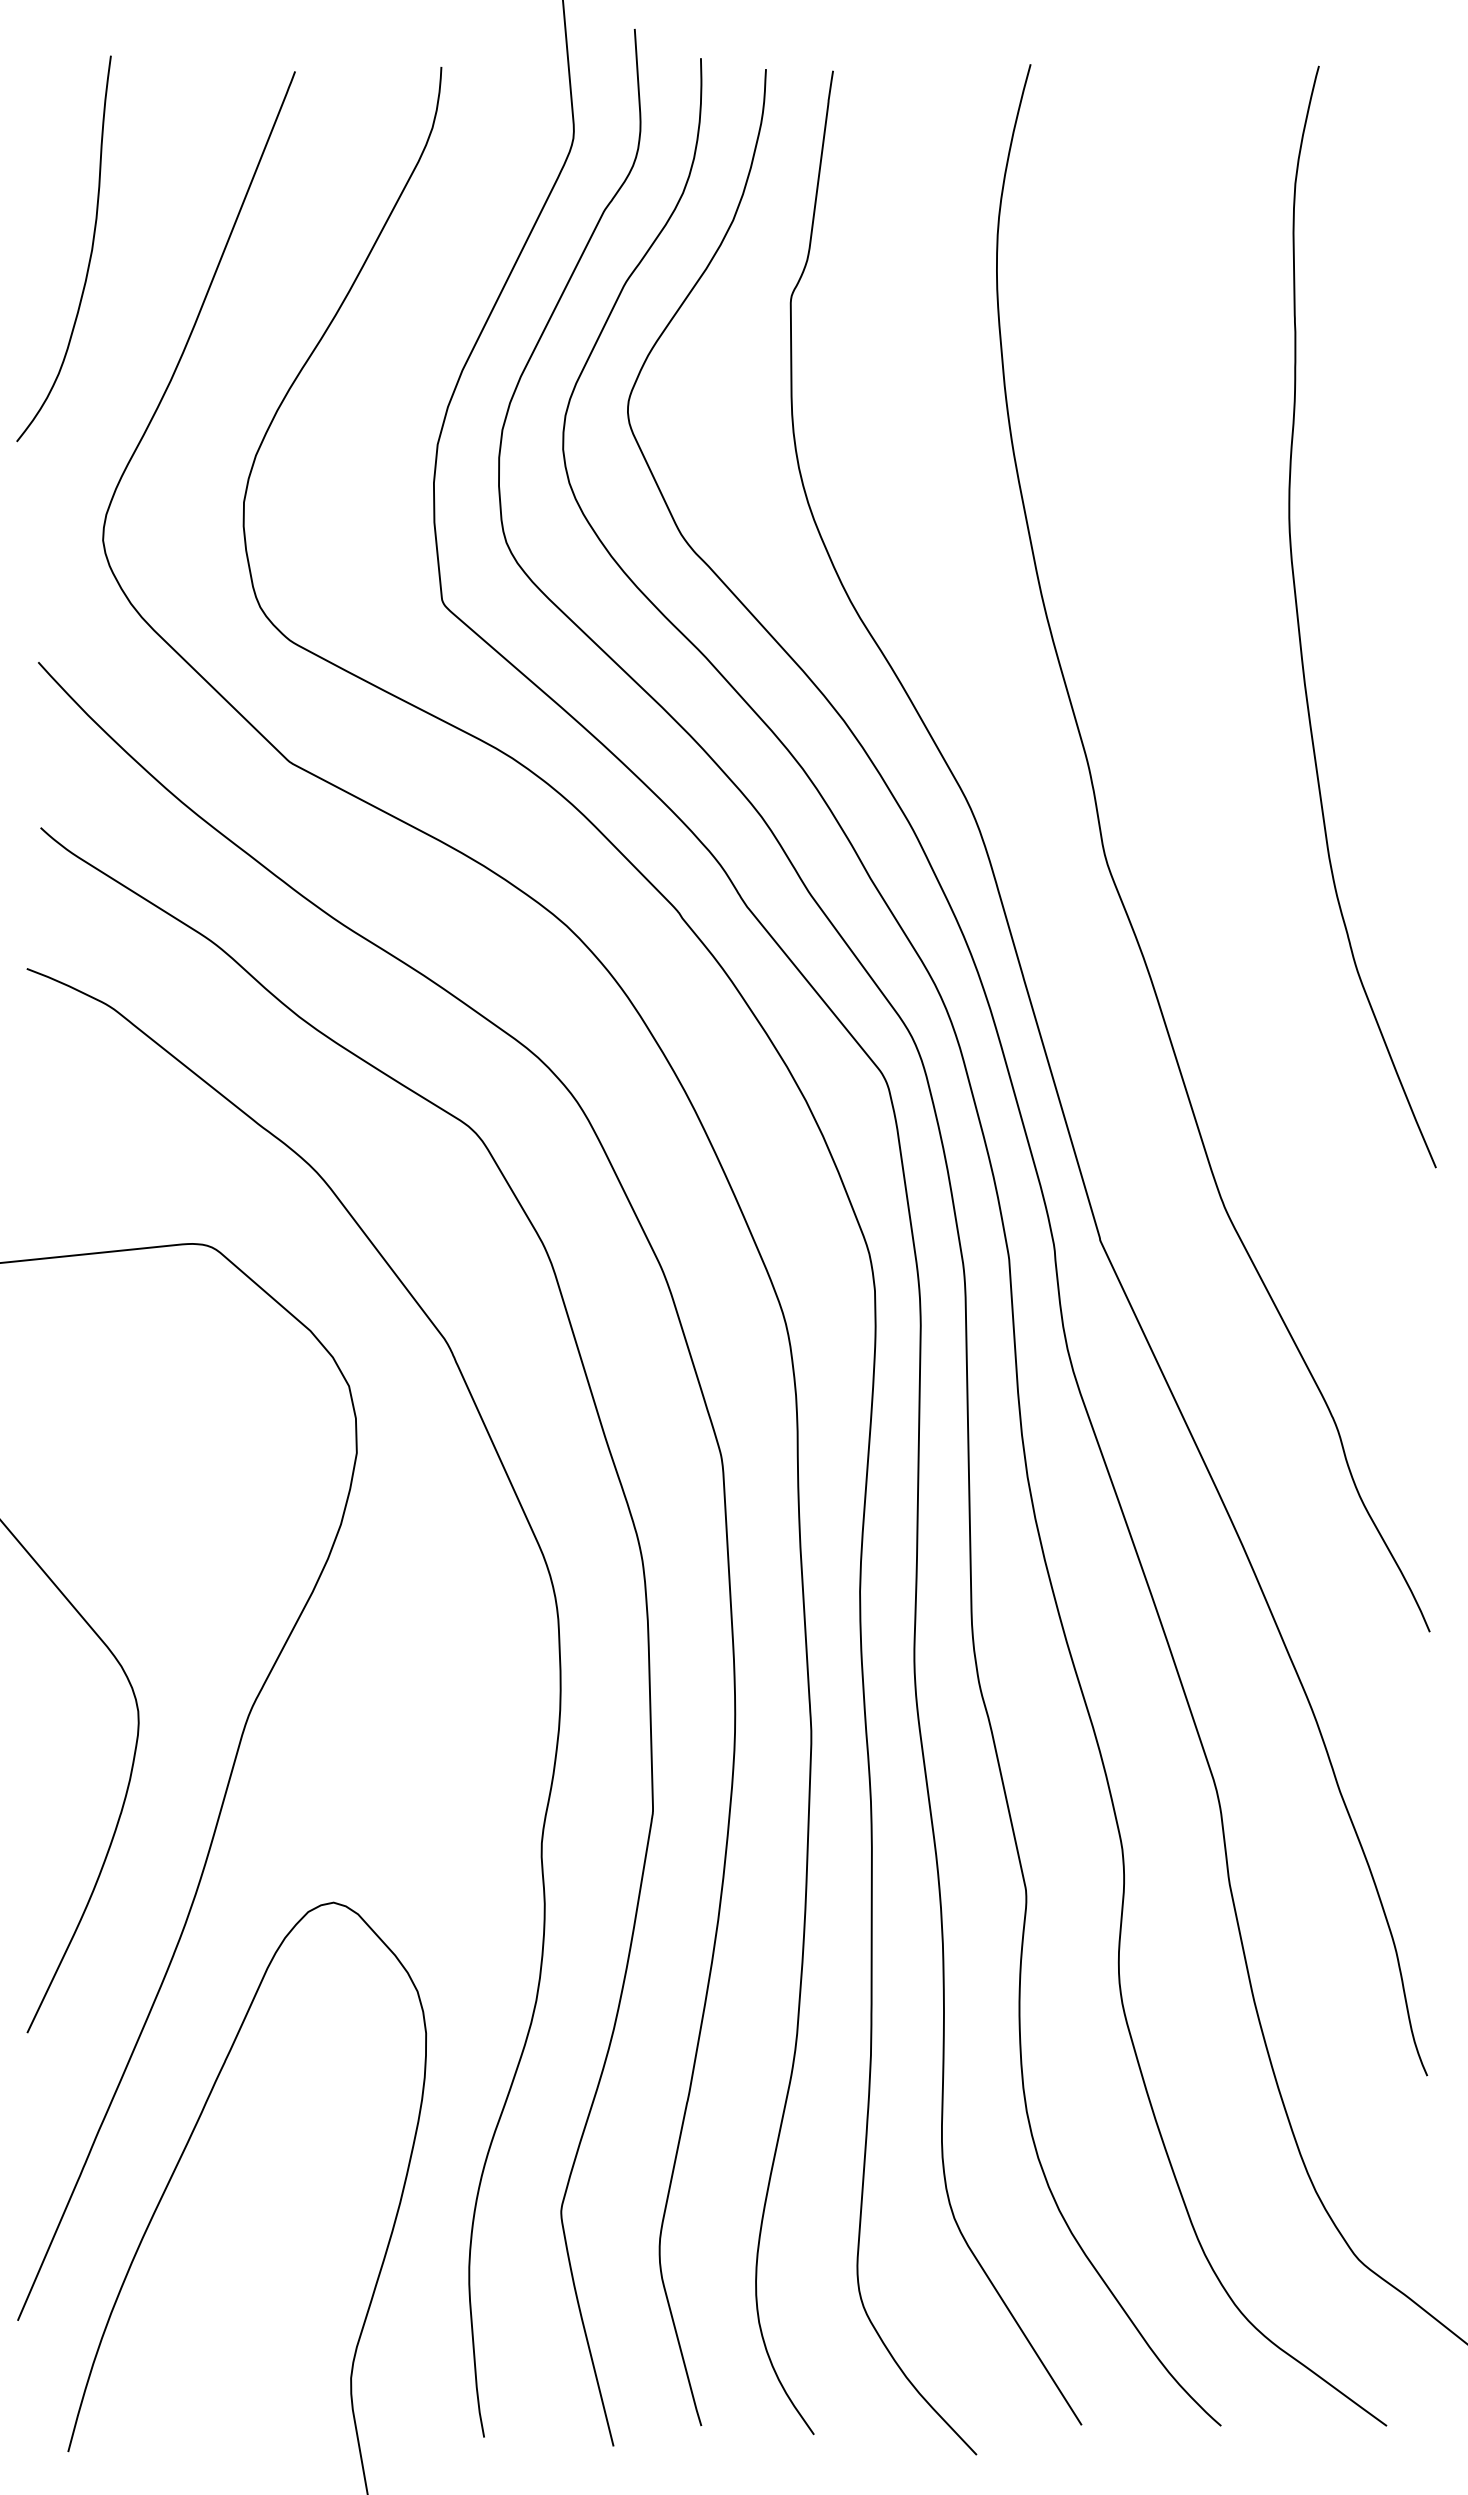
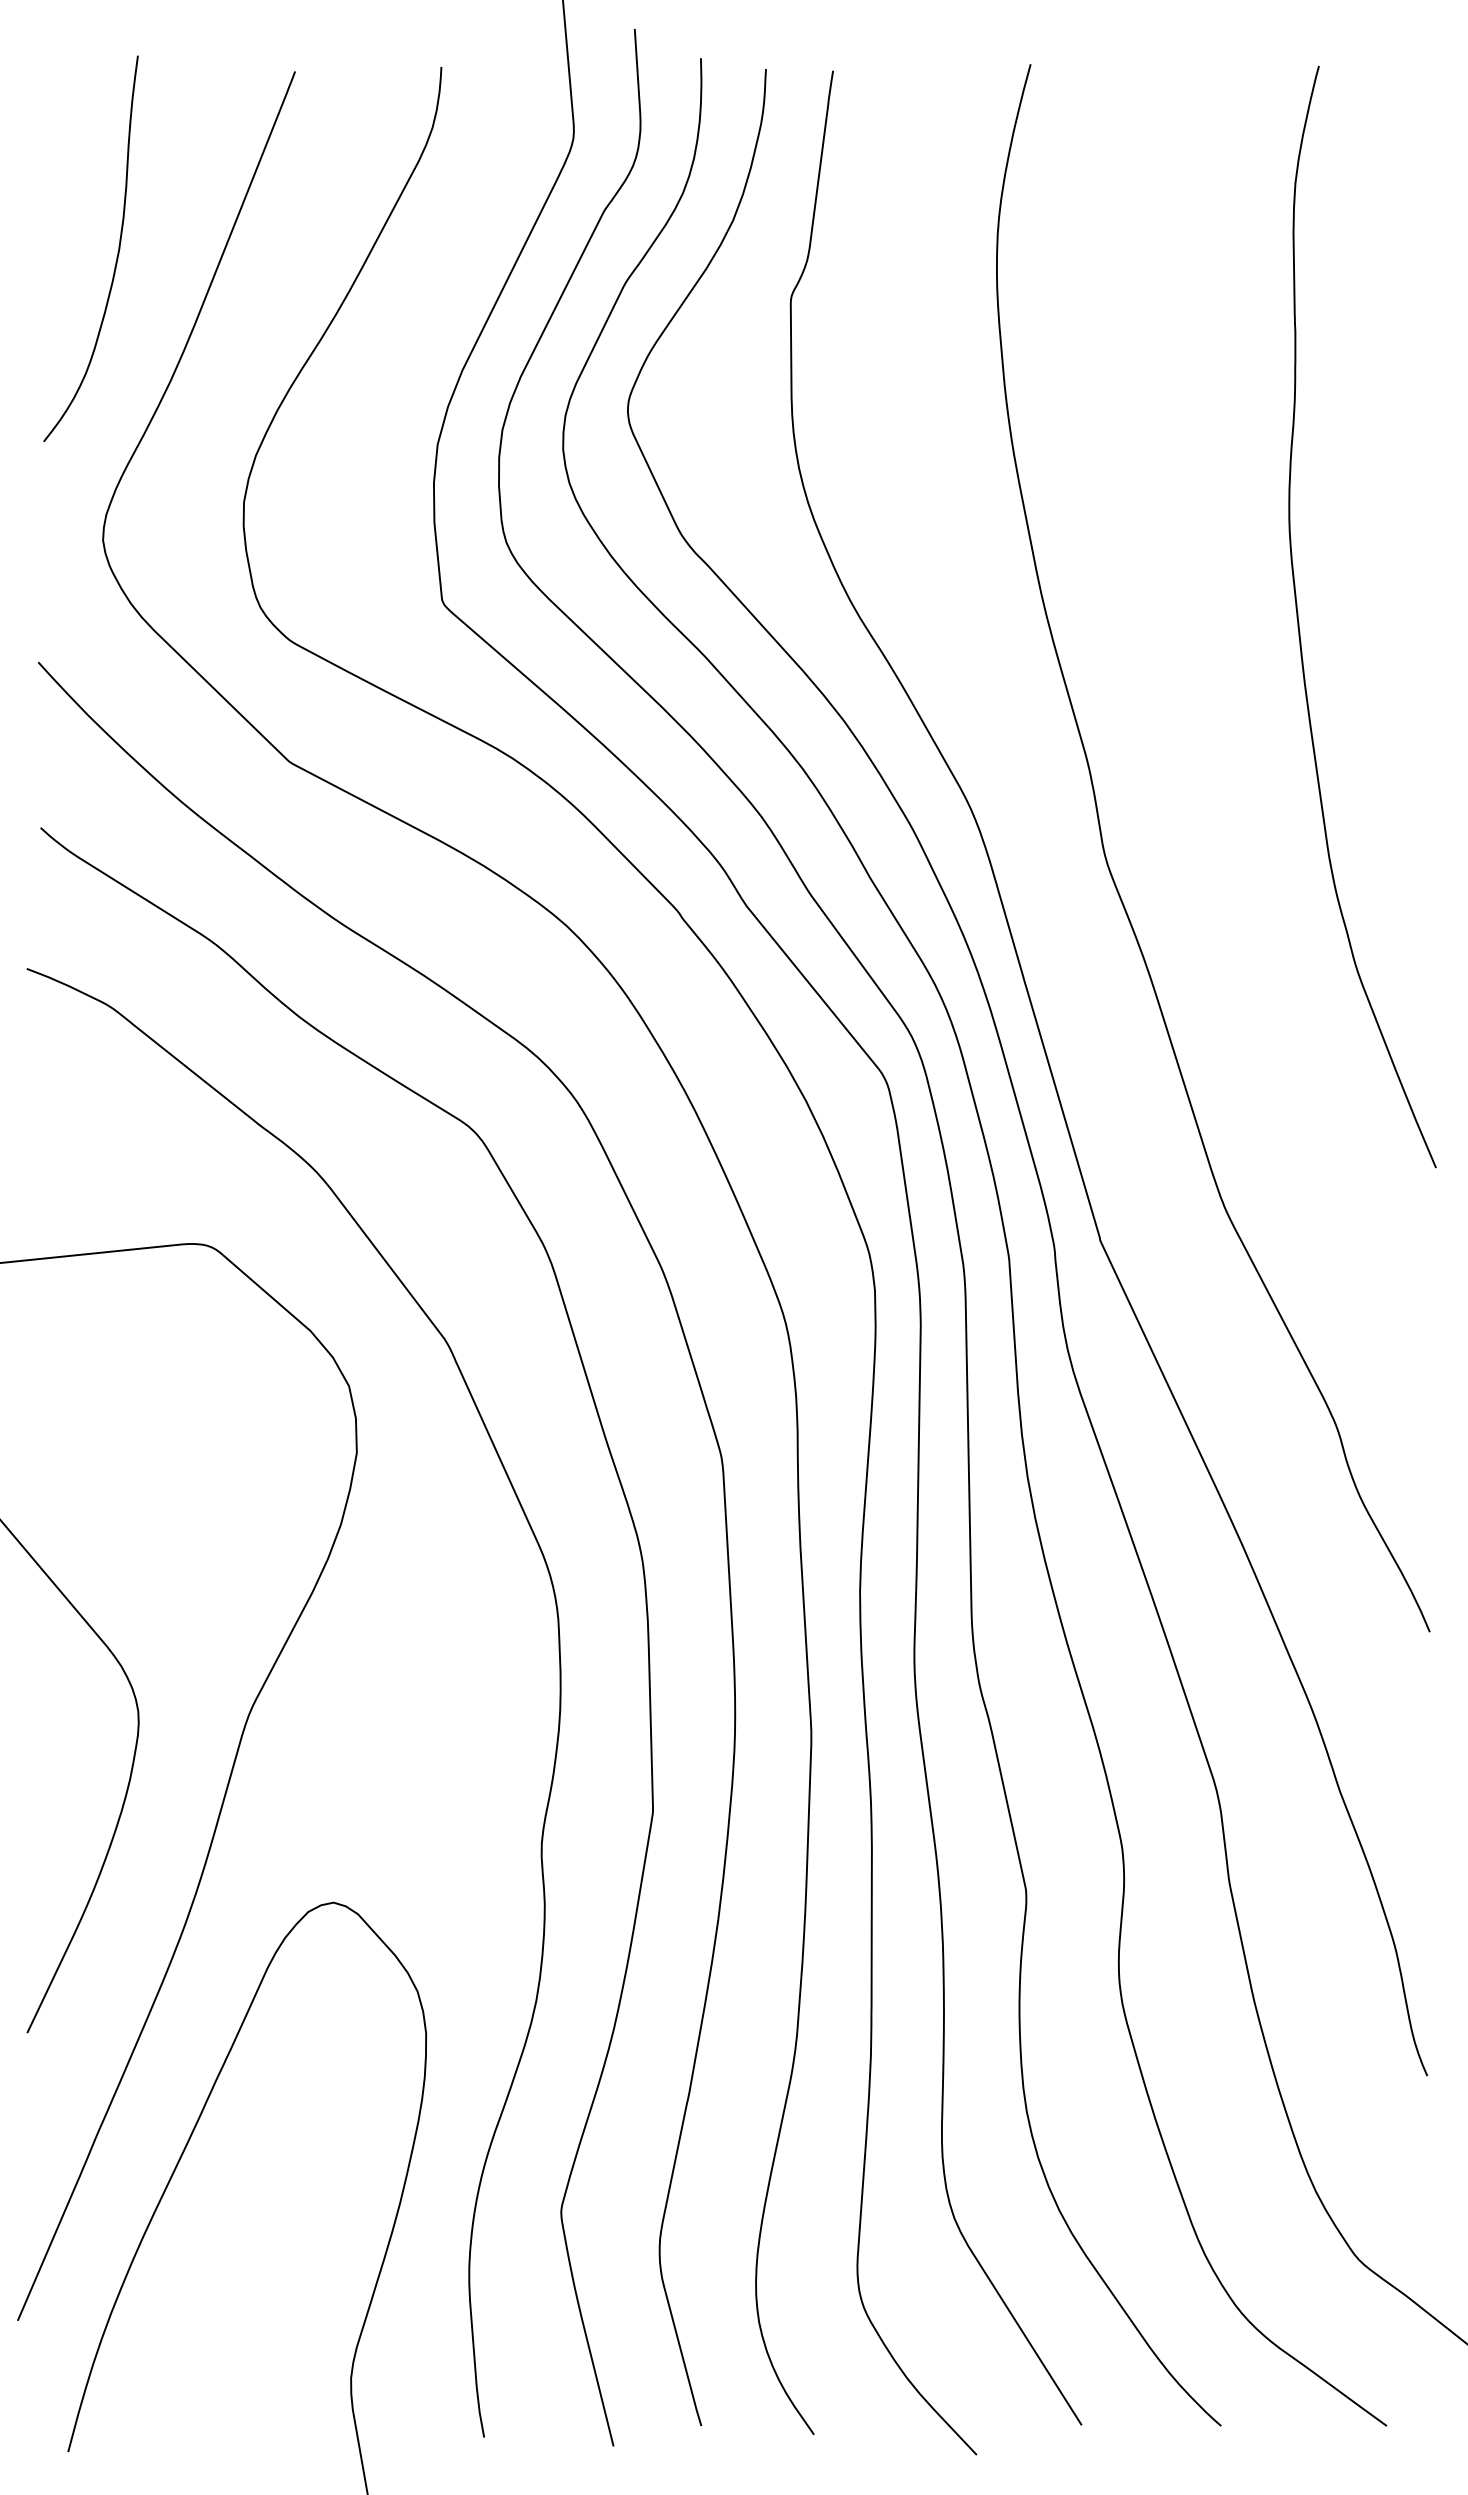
curve at (89, 256) position: (89, 256) -> (116, 256)
